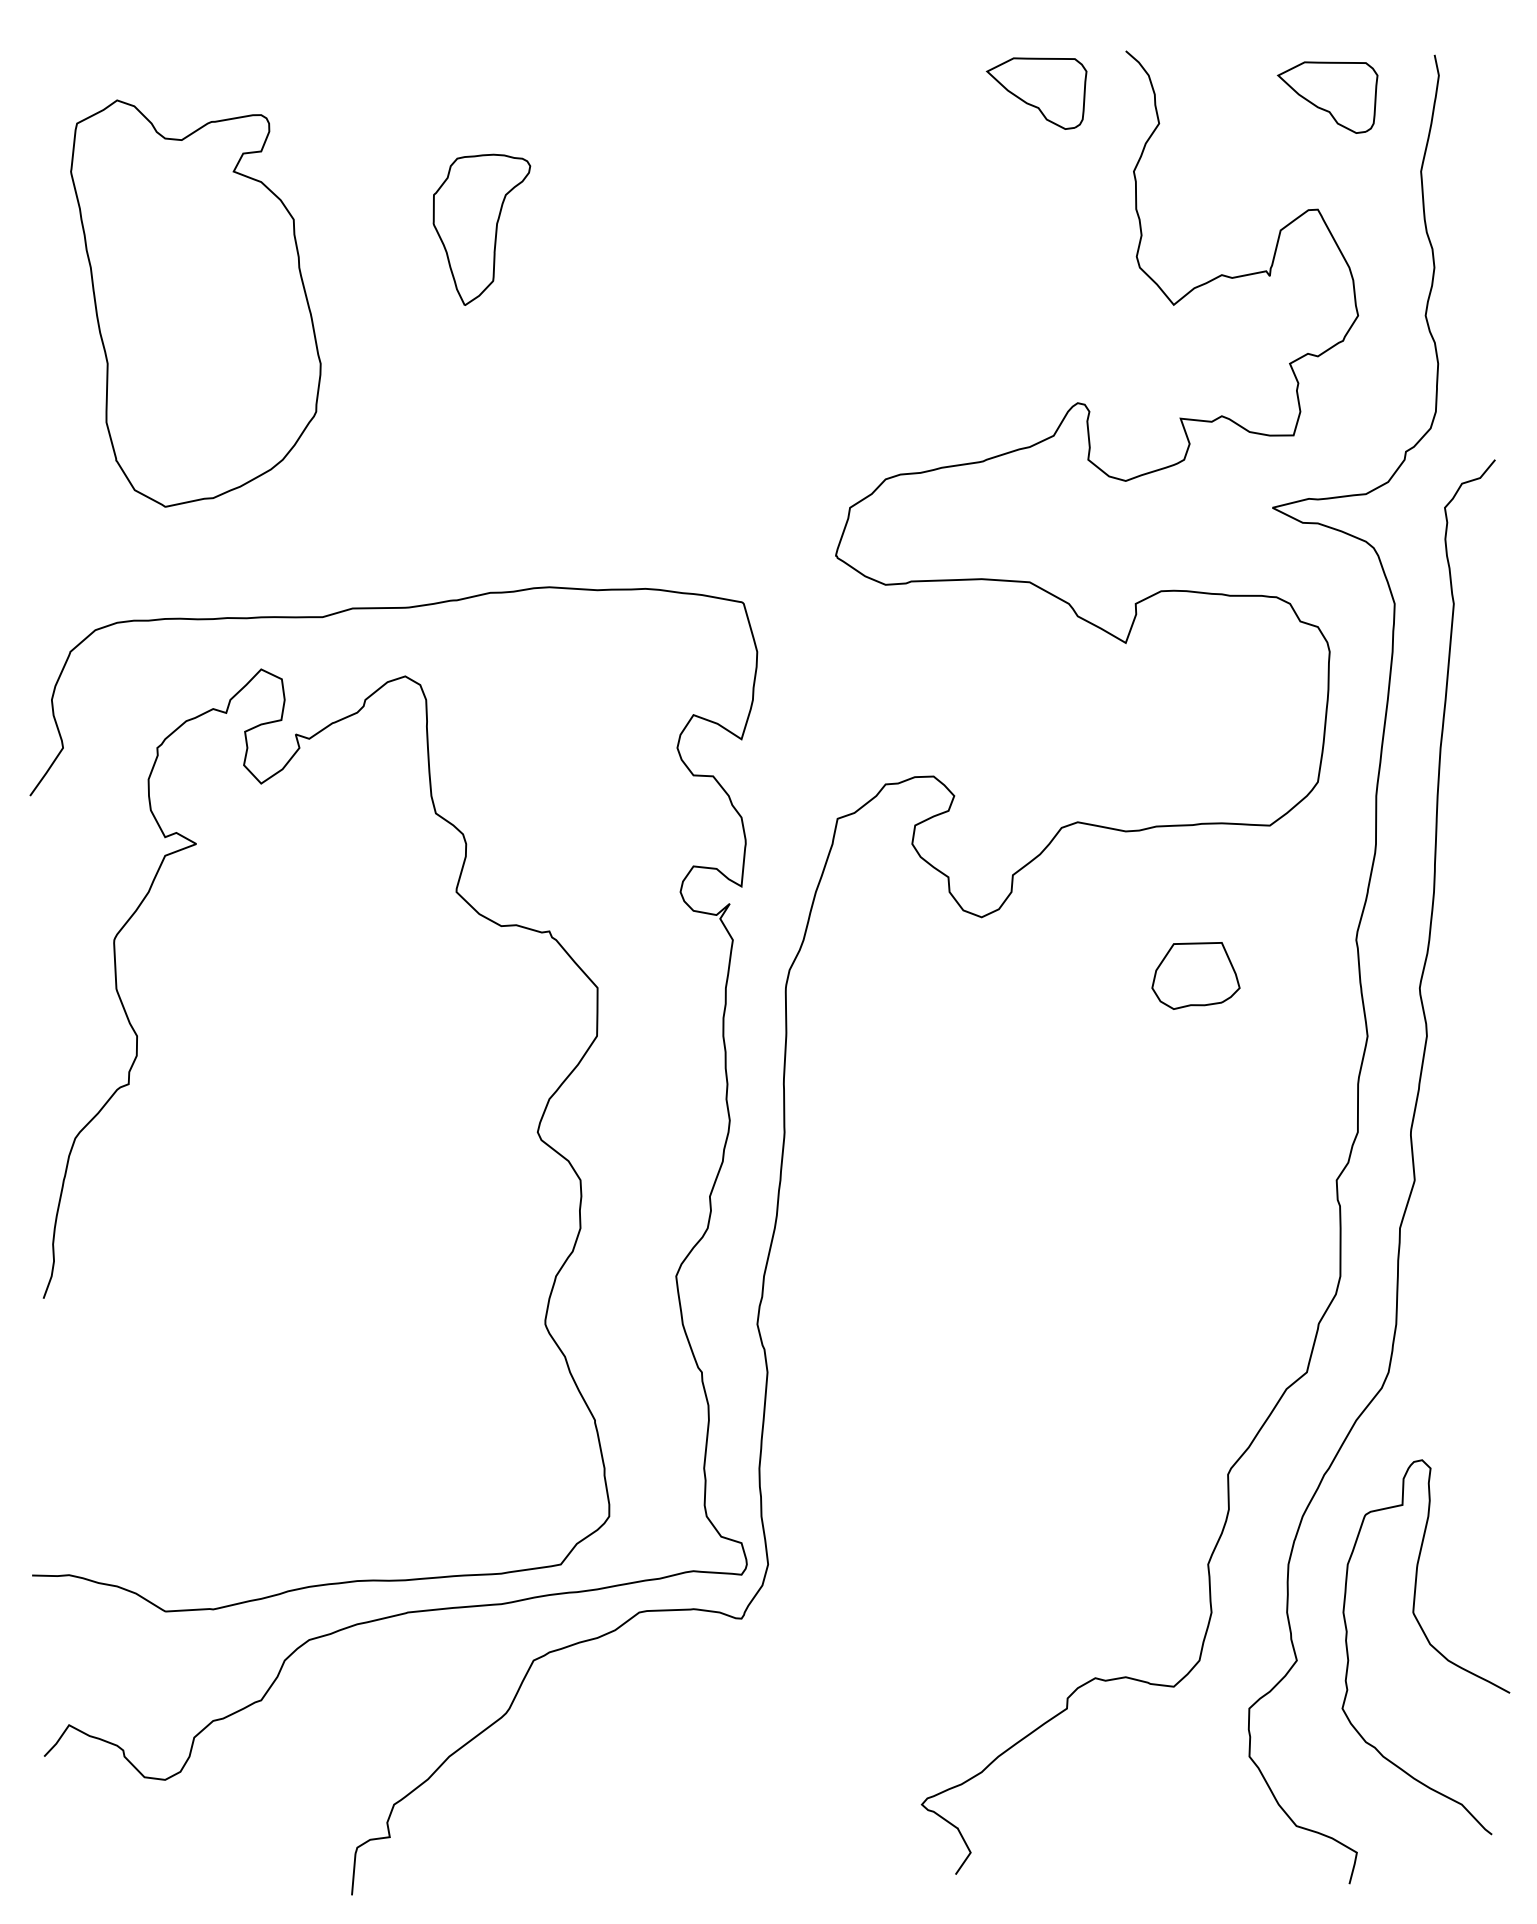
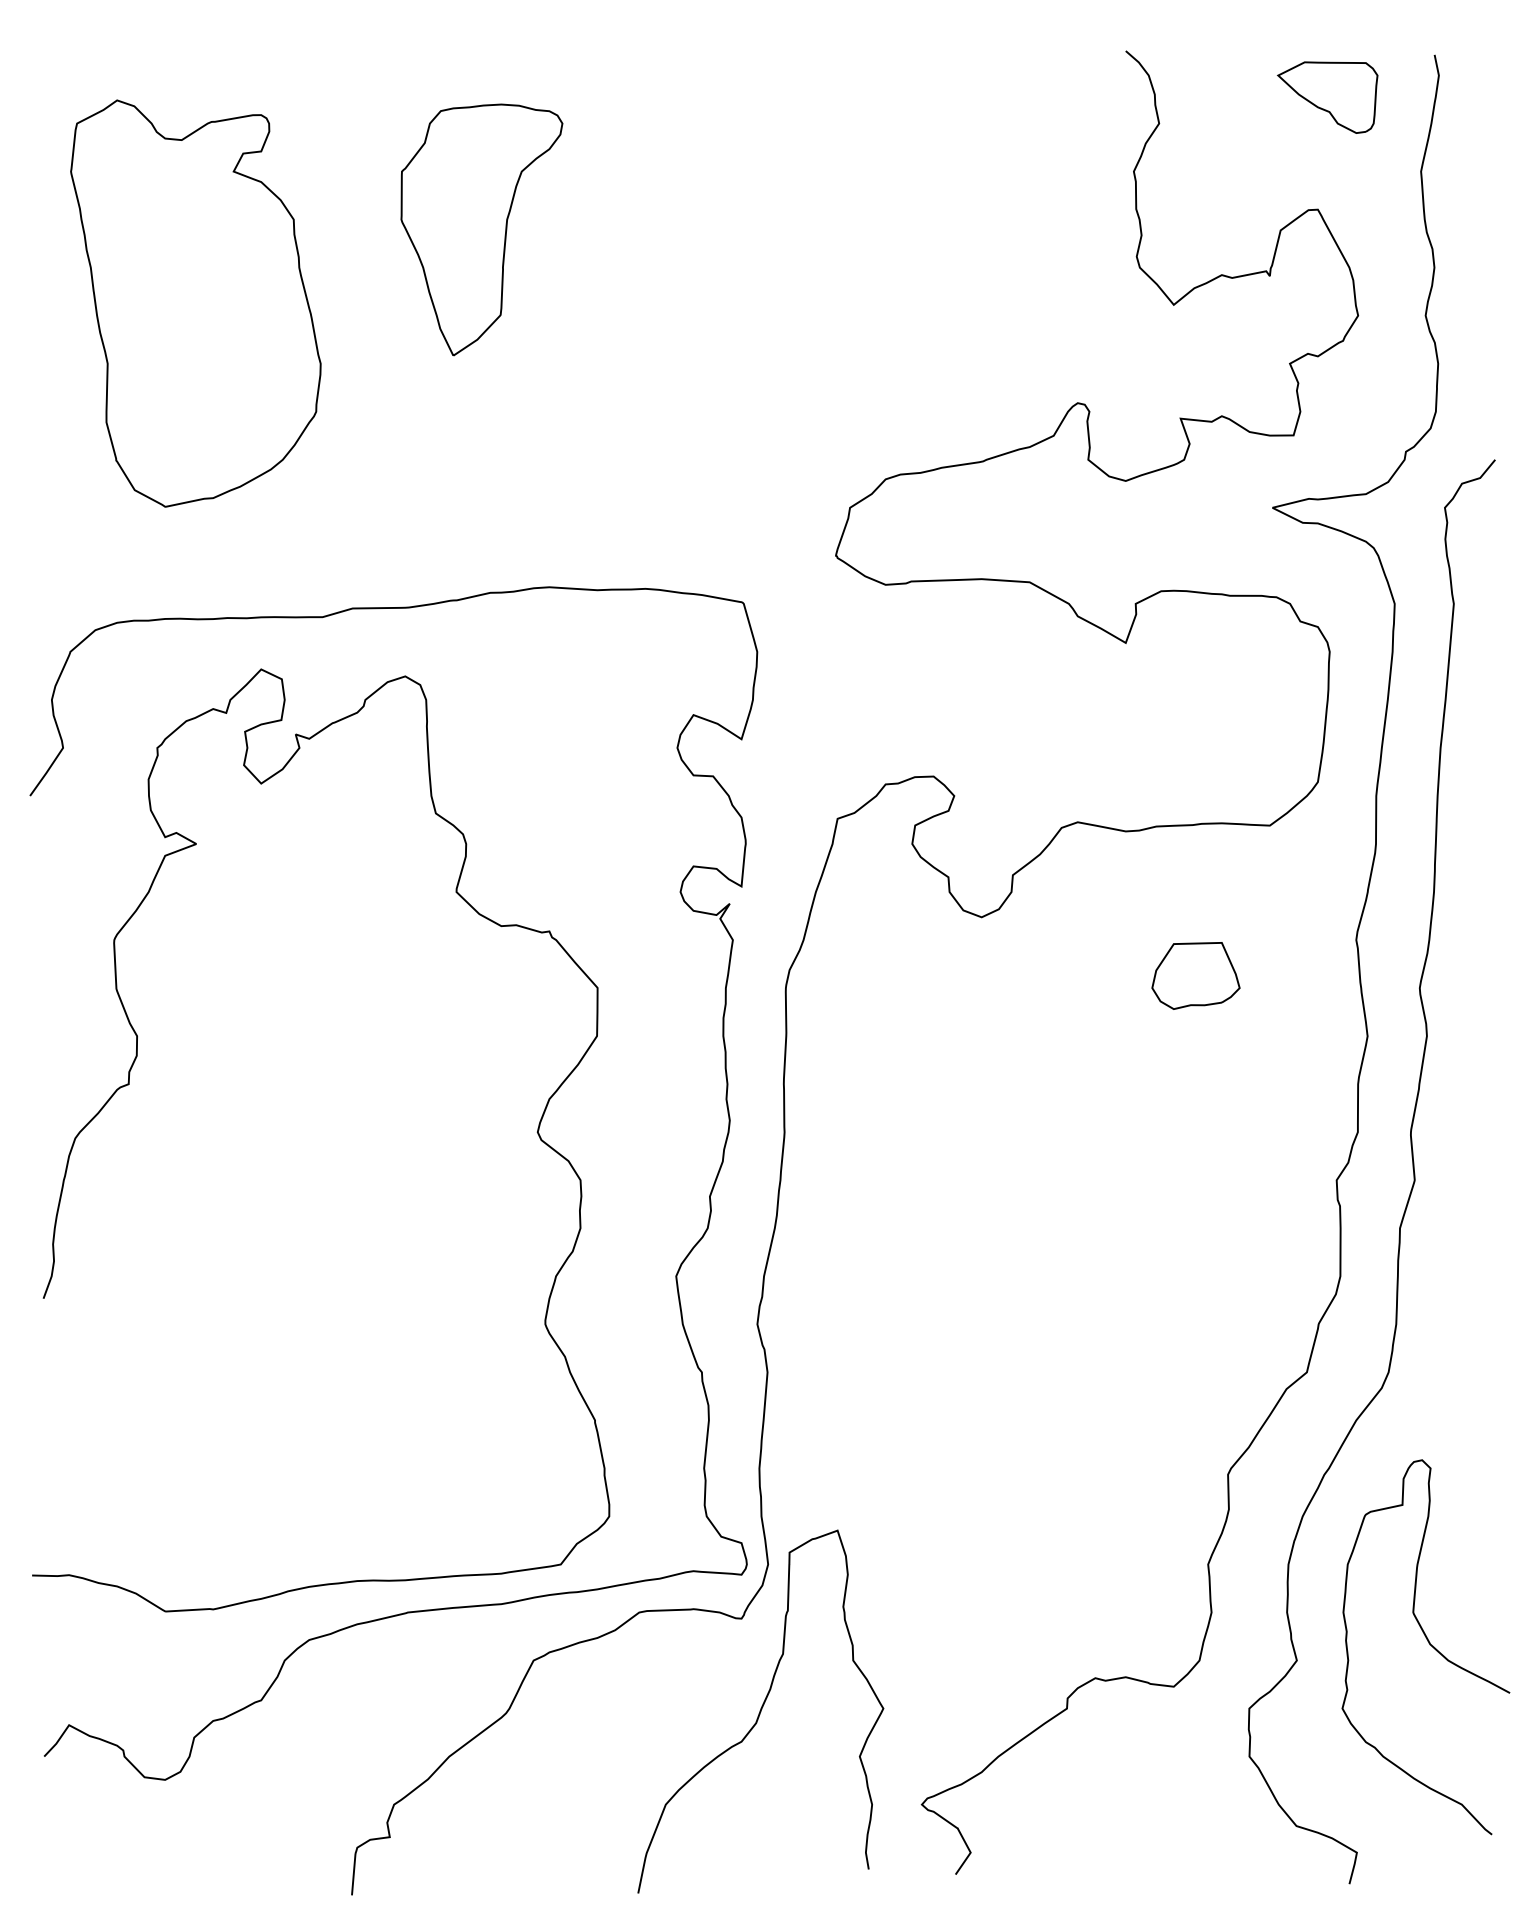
part at (1036, 93): present -> none
part at (481, 229) size: 100x153 px -> 164x254 px
curve at (760, 1711): none -> present
